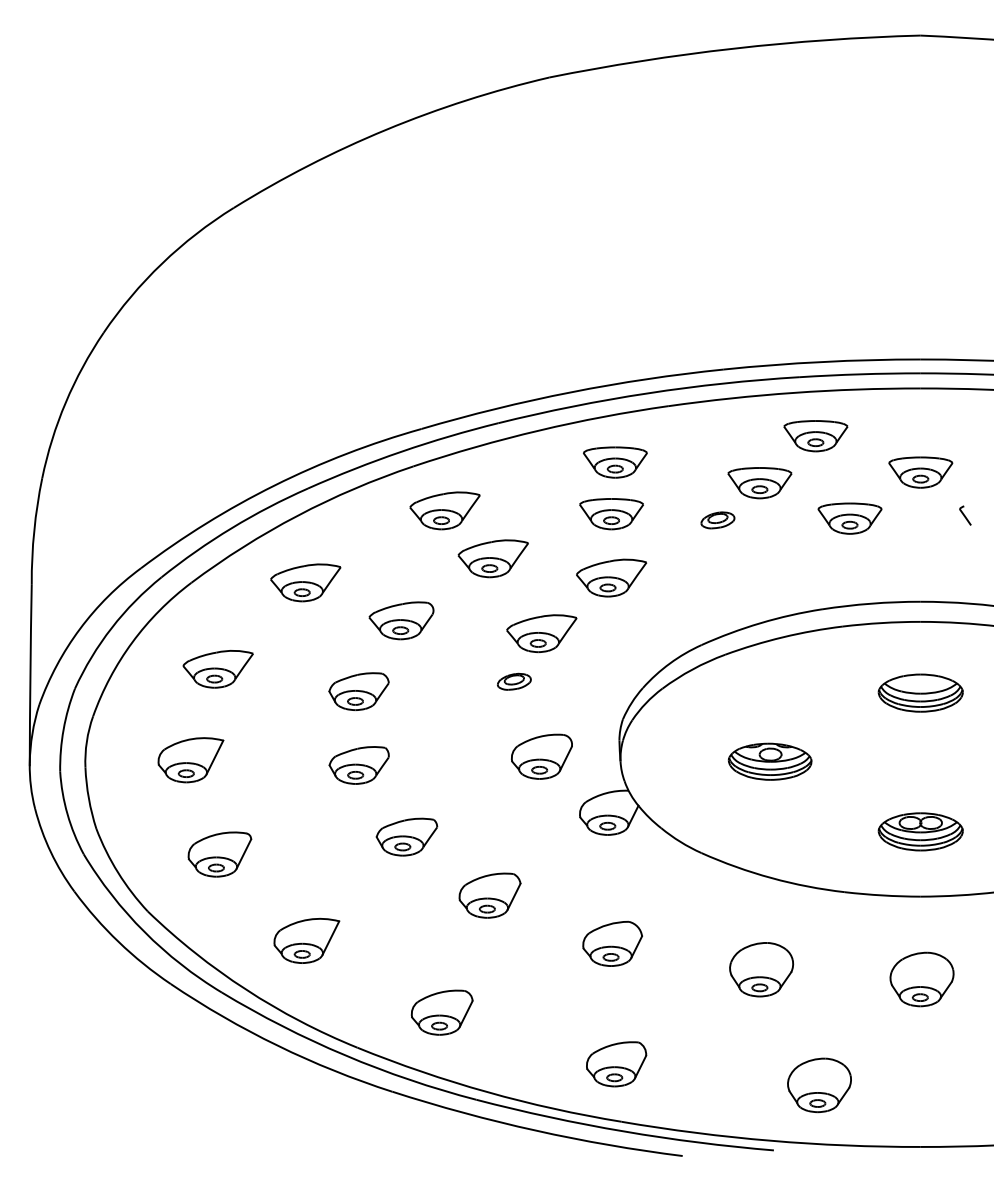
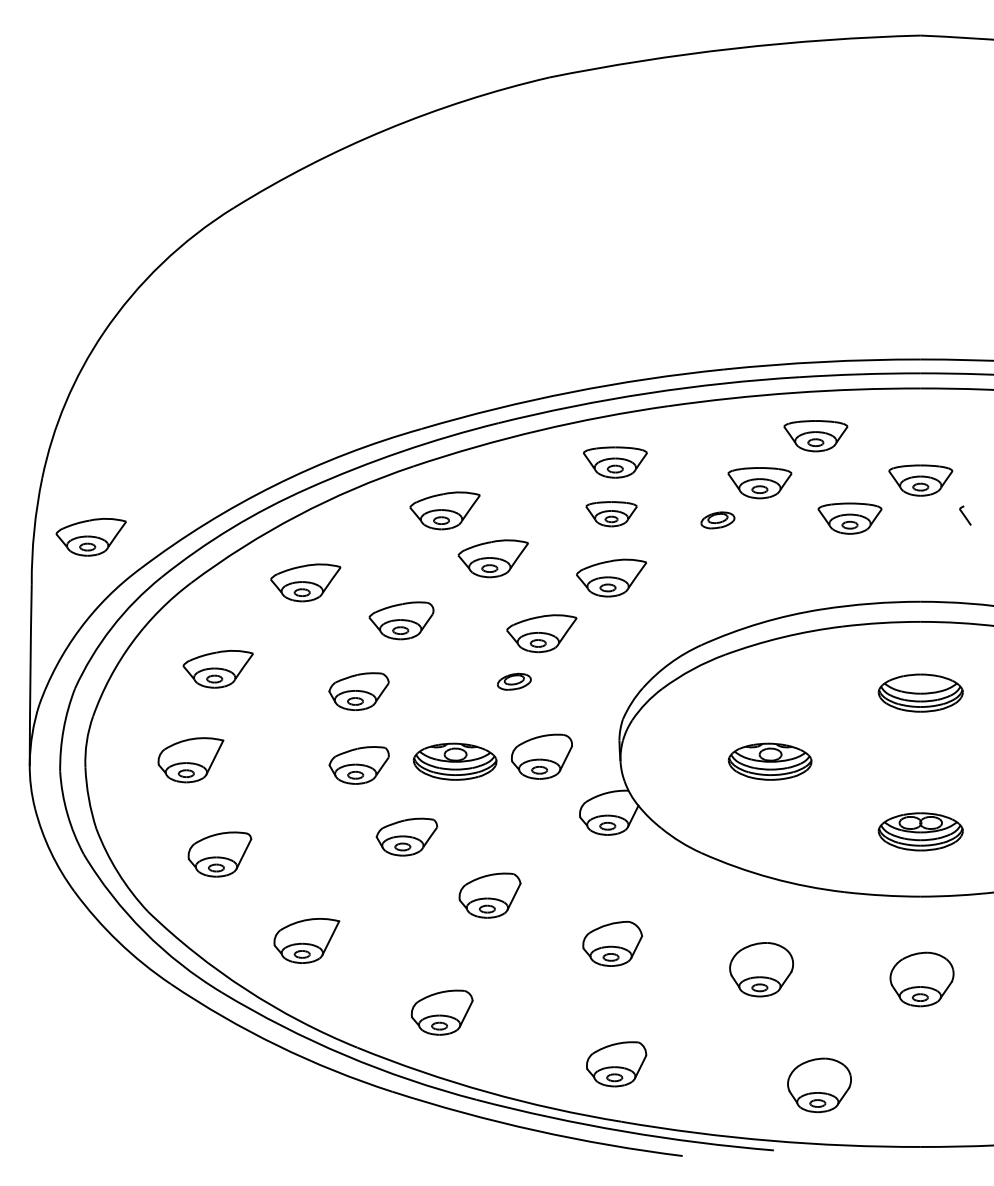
part at (920, 472) position: (920, 472) -> (920, 480)
part at (611, 514) size: 65x33 px -> 53x27 px
part at (90, 537): none -> present
part at (454, 761): none -> present
